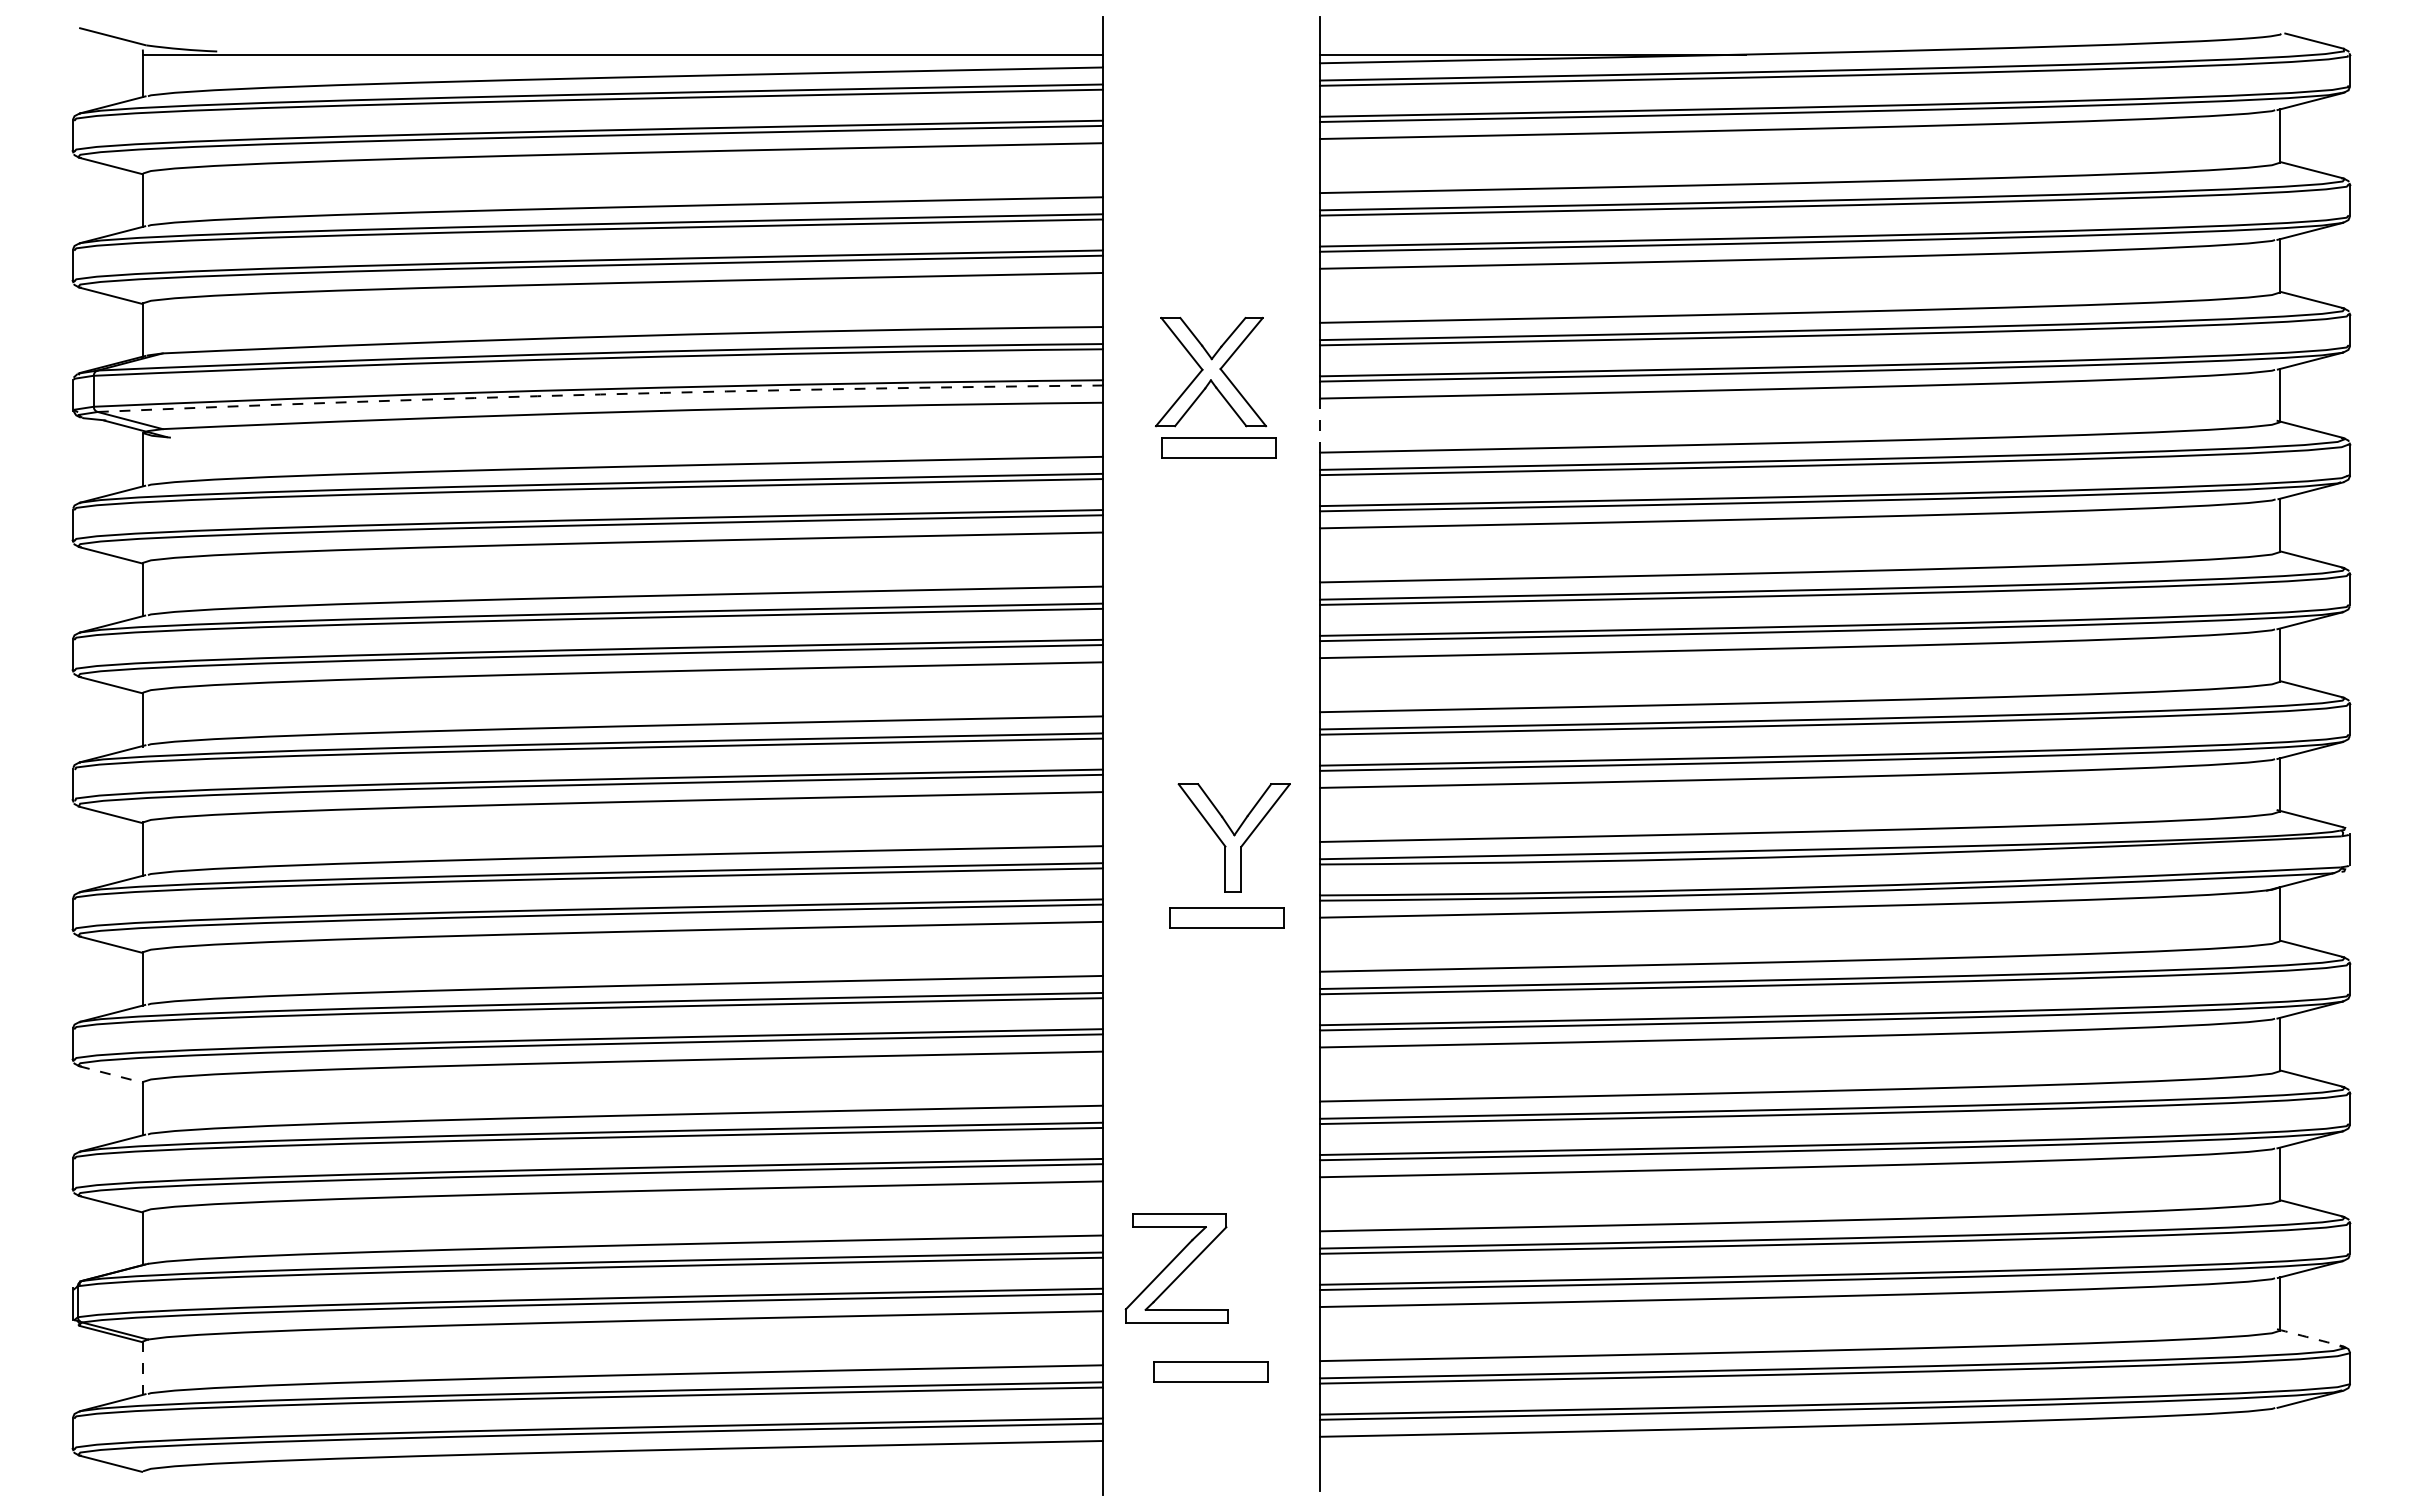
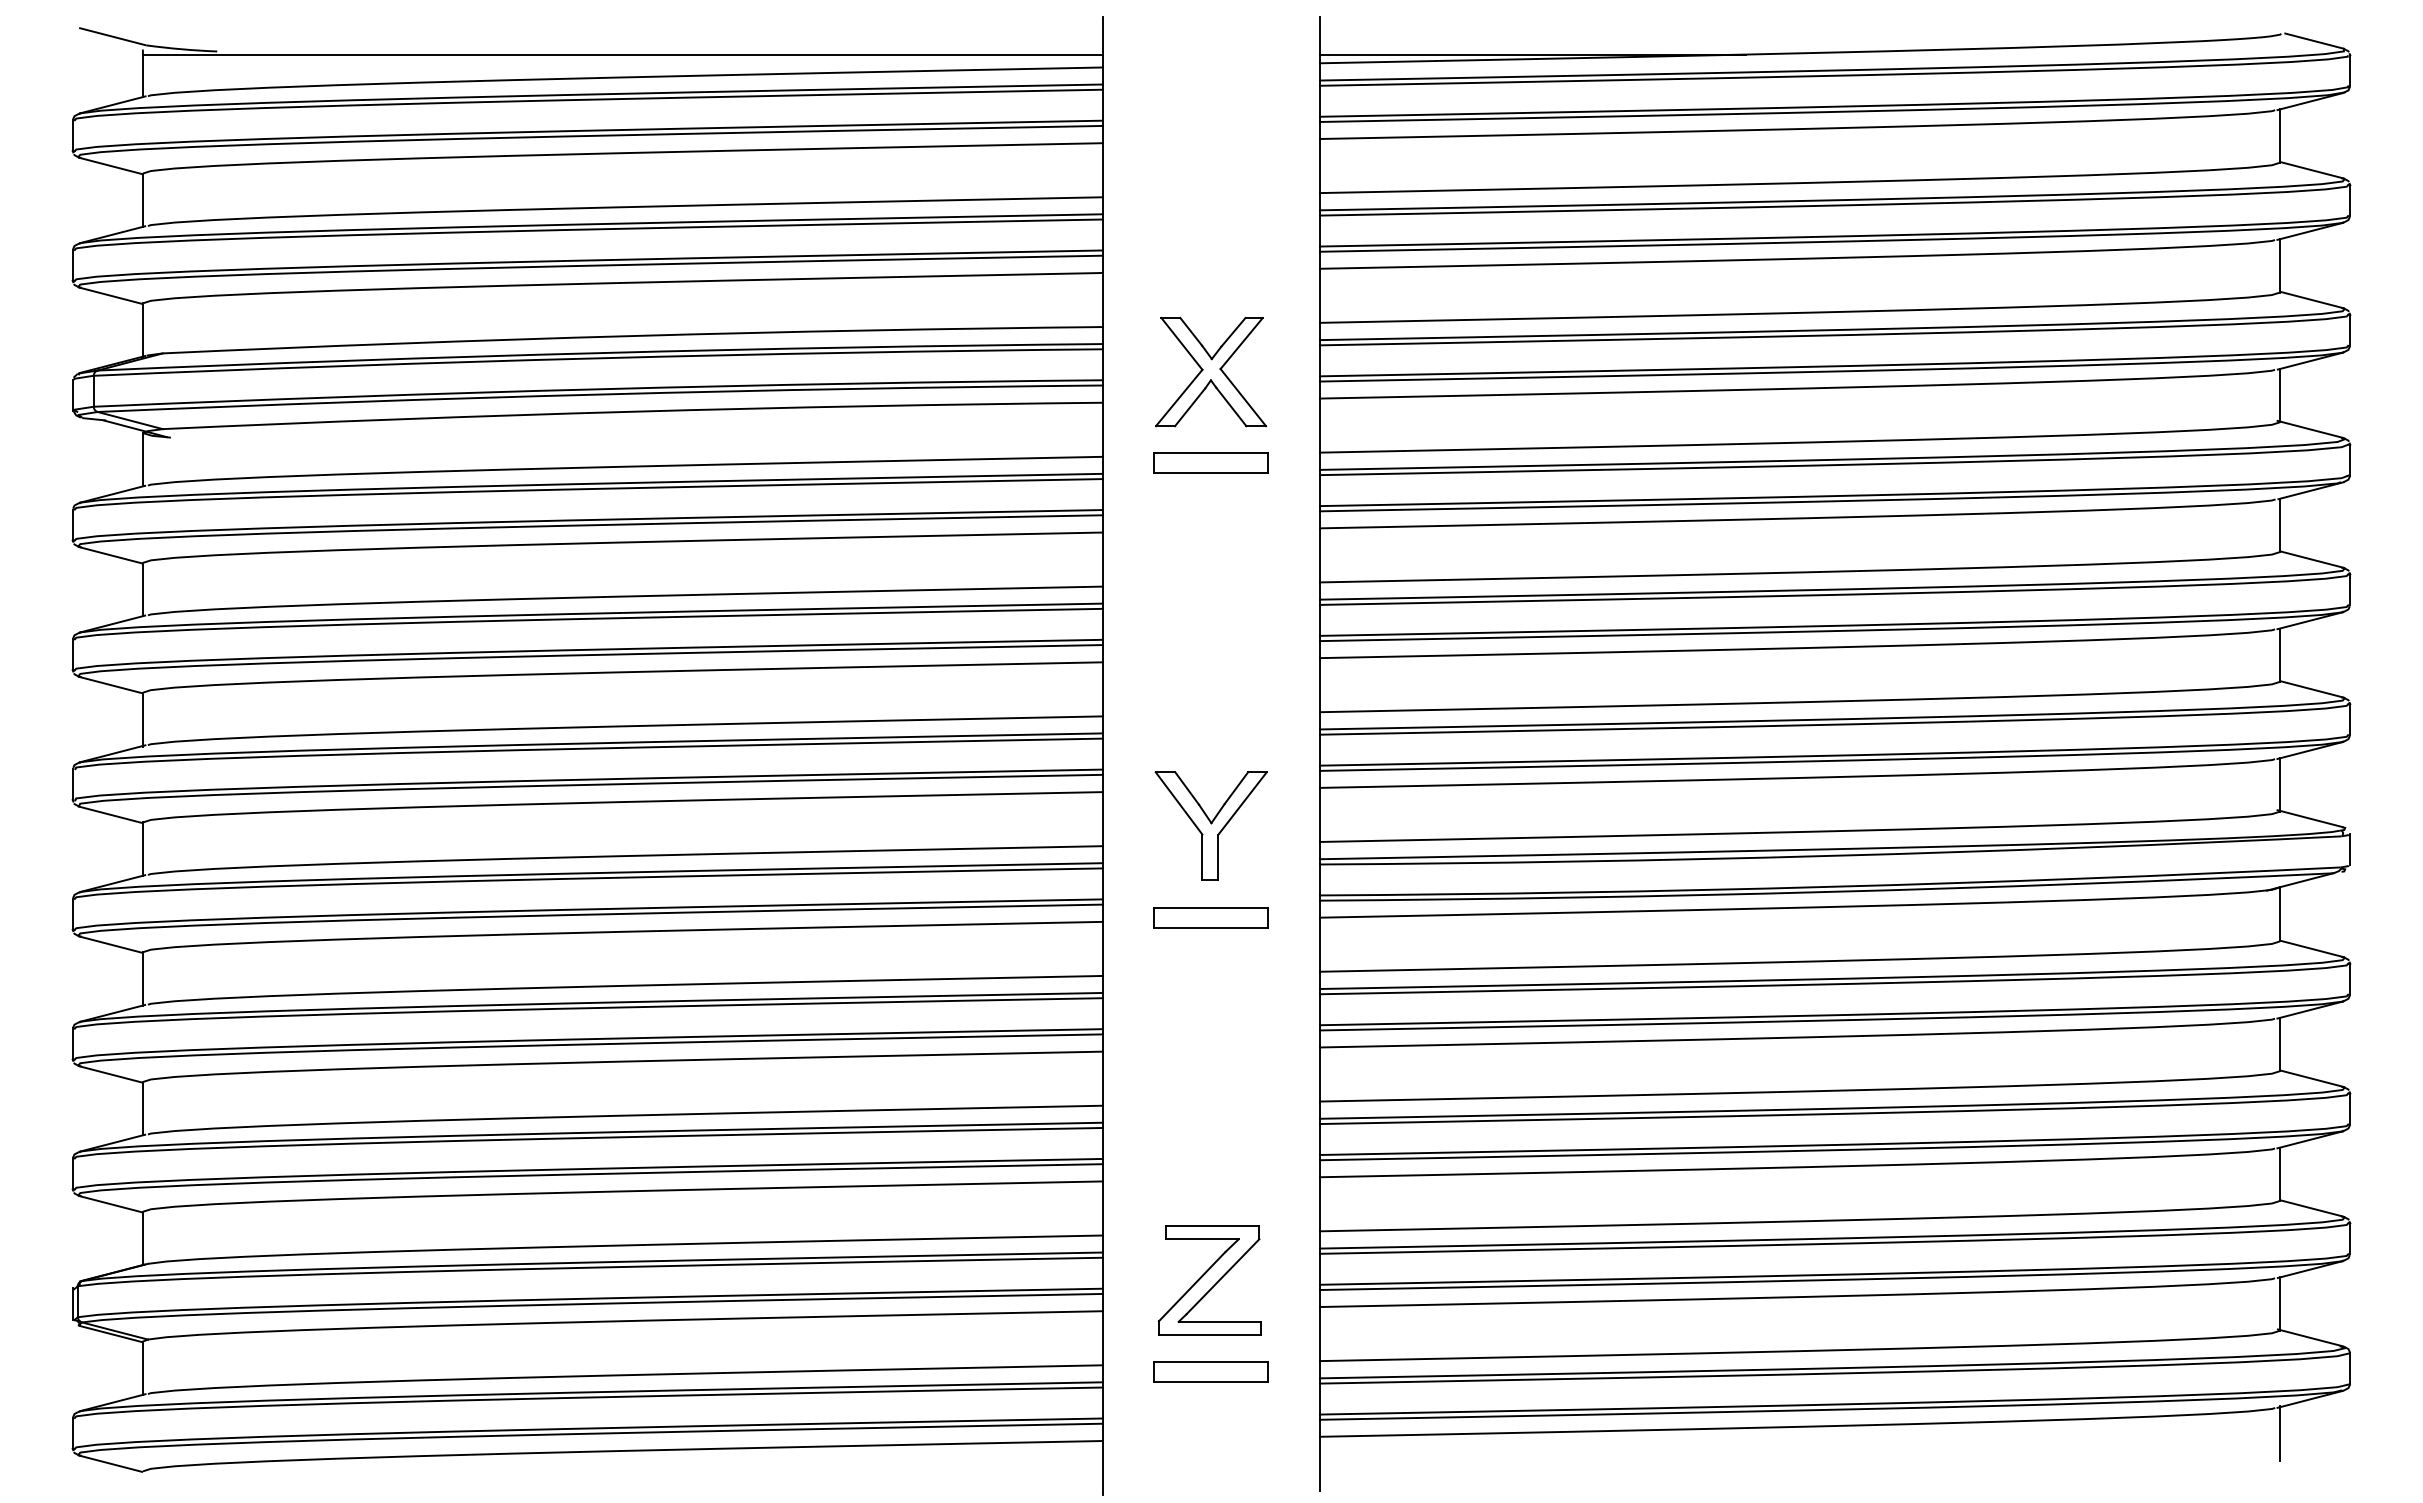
arc at (600, 394): dashed -> solid
line at (1319, 426): dashed -> solid
part at (1218, 447) position: (1218, 447) -> (1210, 462)
part at (1233, 837) position: (1233, 837) -> (1210, 825)
part at (1226, 917) position: (1226, 917) -> (1210, 917)
line at (111, 1074): dashed -> solid
part at (1176, 1268) position: (1176, 1268) -> (1209, 1280)
arc at (2310, 1337): dashed -> solid
line at (142, 1368): dashed -> solid
line at (2280, 1433): none -> present
